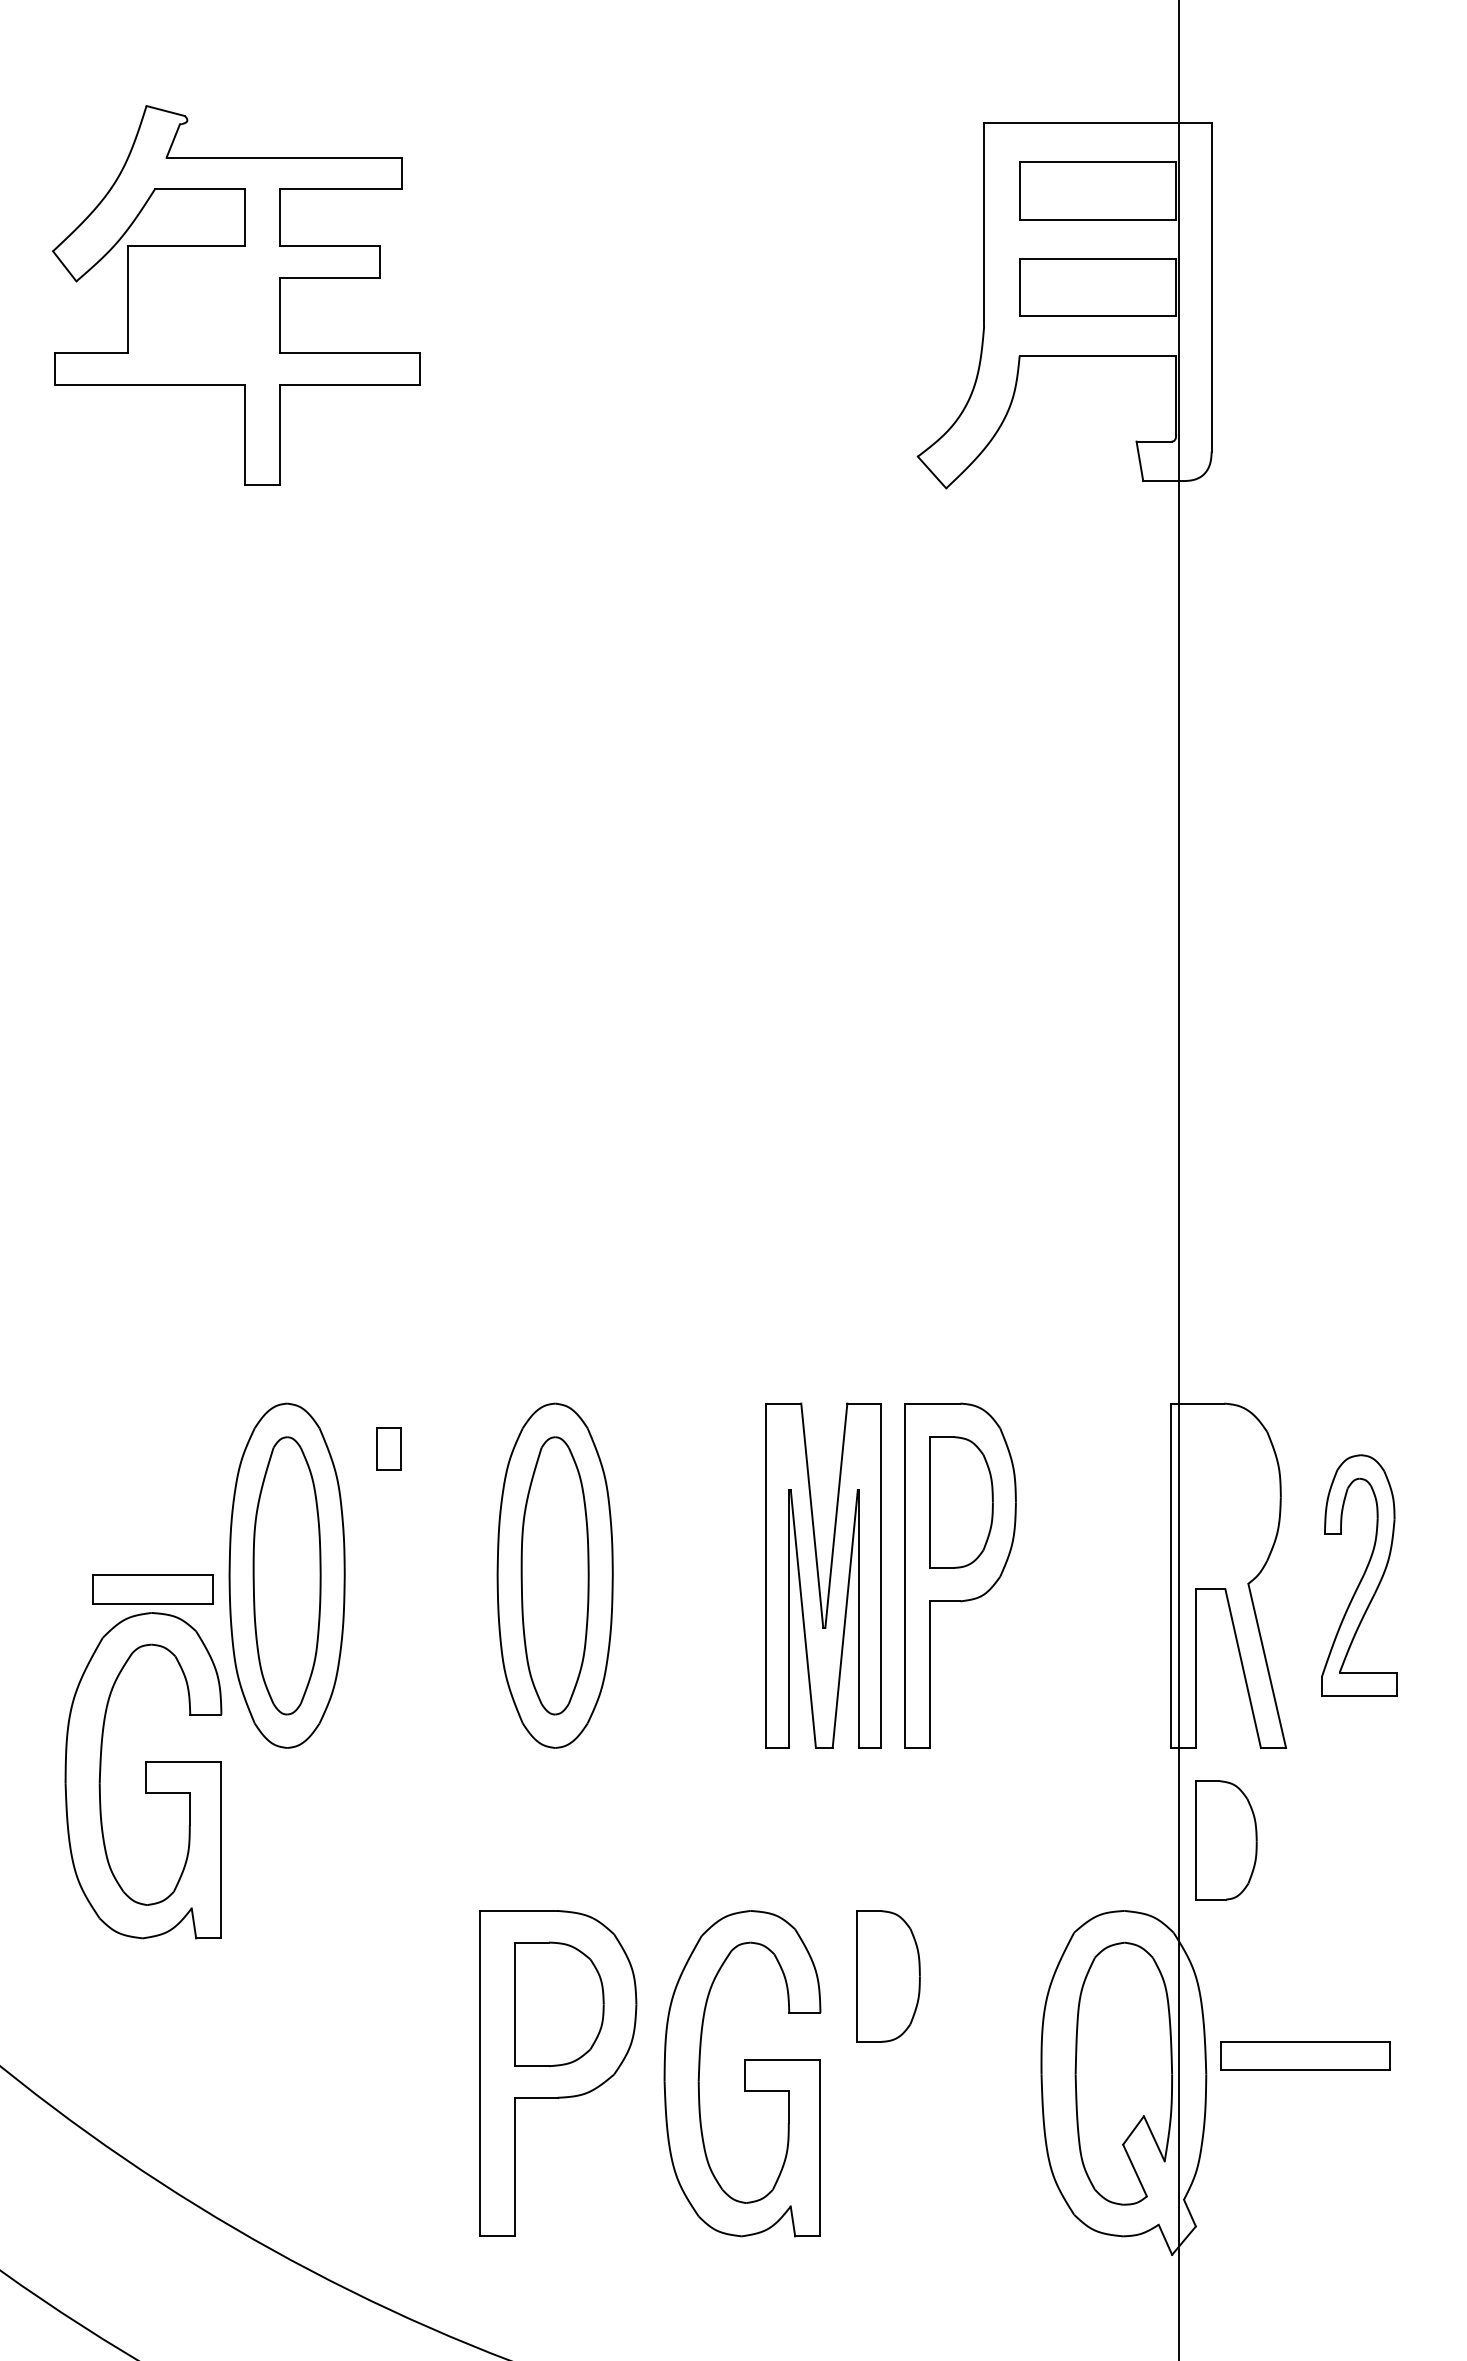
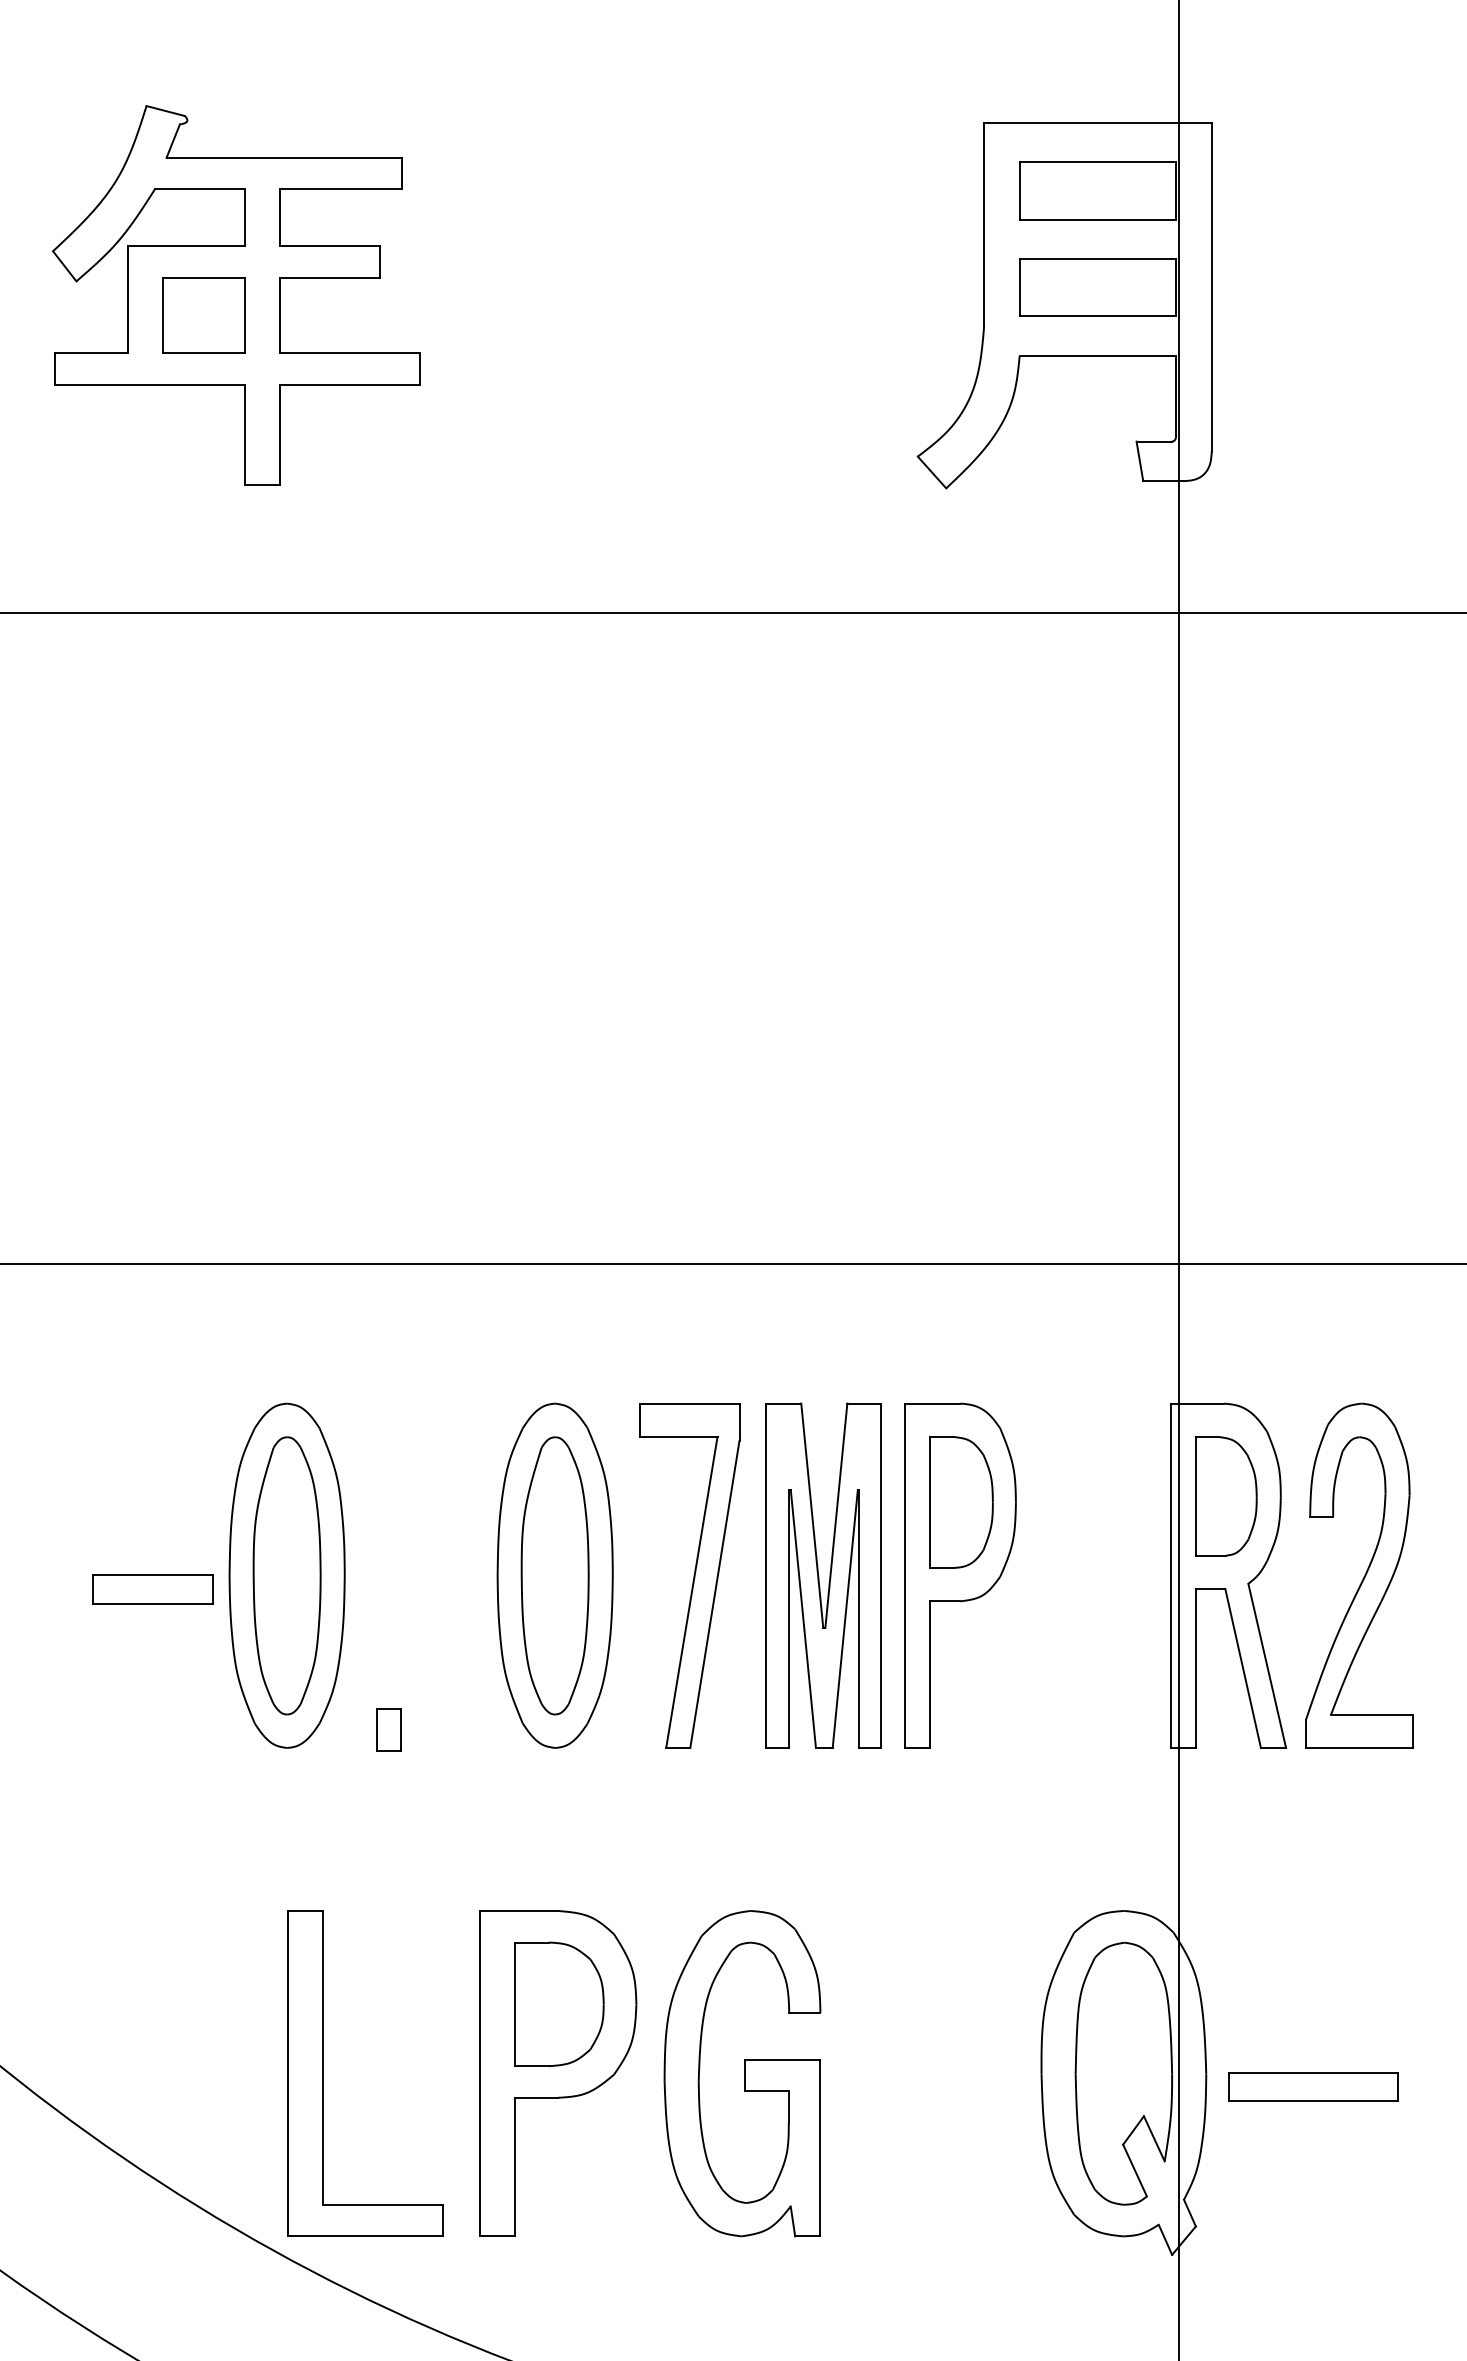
part at (203, 315): none -> present
line at (732, 612): none -> present
line at (732, 1263): none -> present
part at (388, 1448) position: (388, 1448) -> (388, 1729)
part at (689, 1575): none -> present
part at (1359, 1575) size: 77x243 px -> 109x347 px
part at (143, 1775): present -> none
part at (1226, 1840) position: (1226, 1840) -> (1226, 1496)
part at (888, 1976): present -> none
part at (1305, 2055) position: (1305, 2055) -> (1313, 2086)
part at (323, 2073): none -> present
